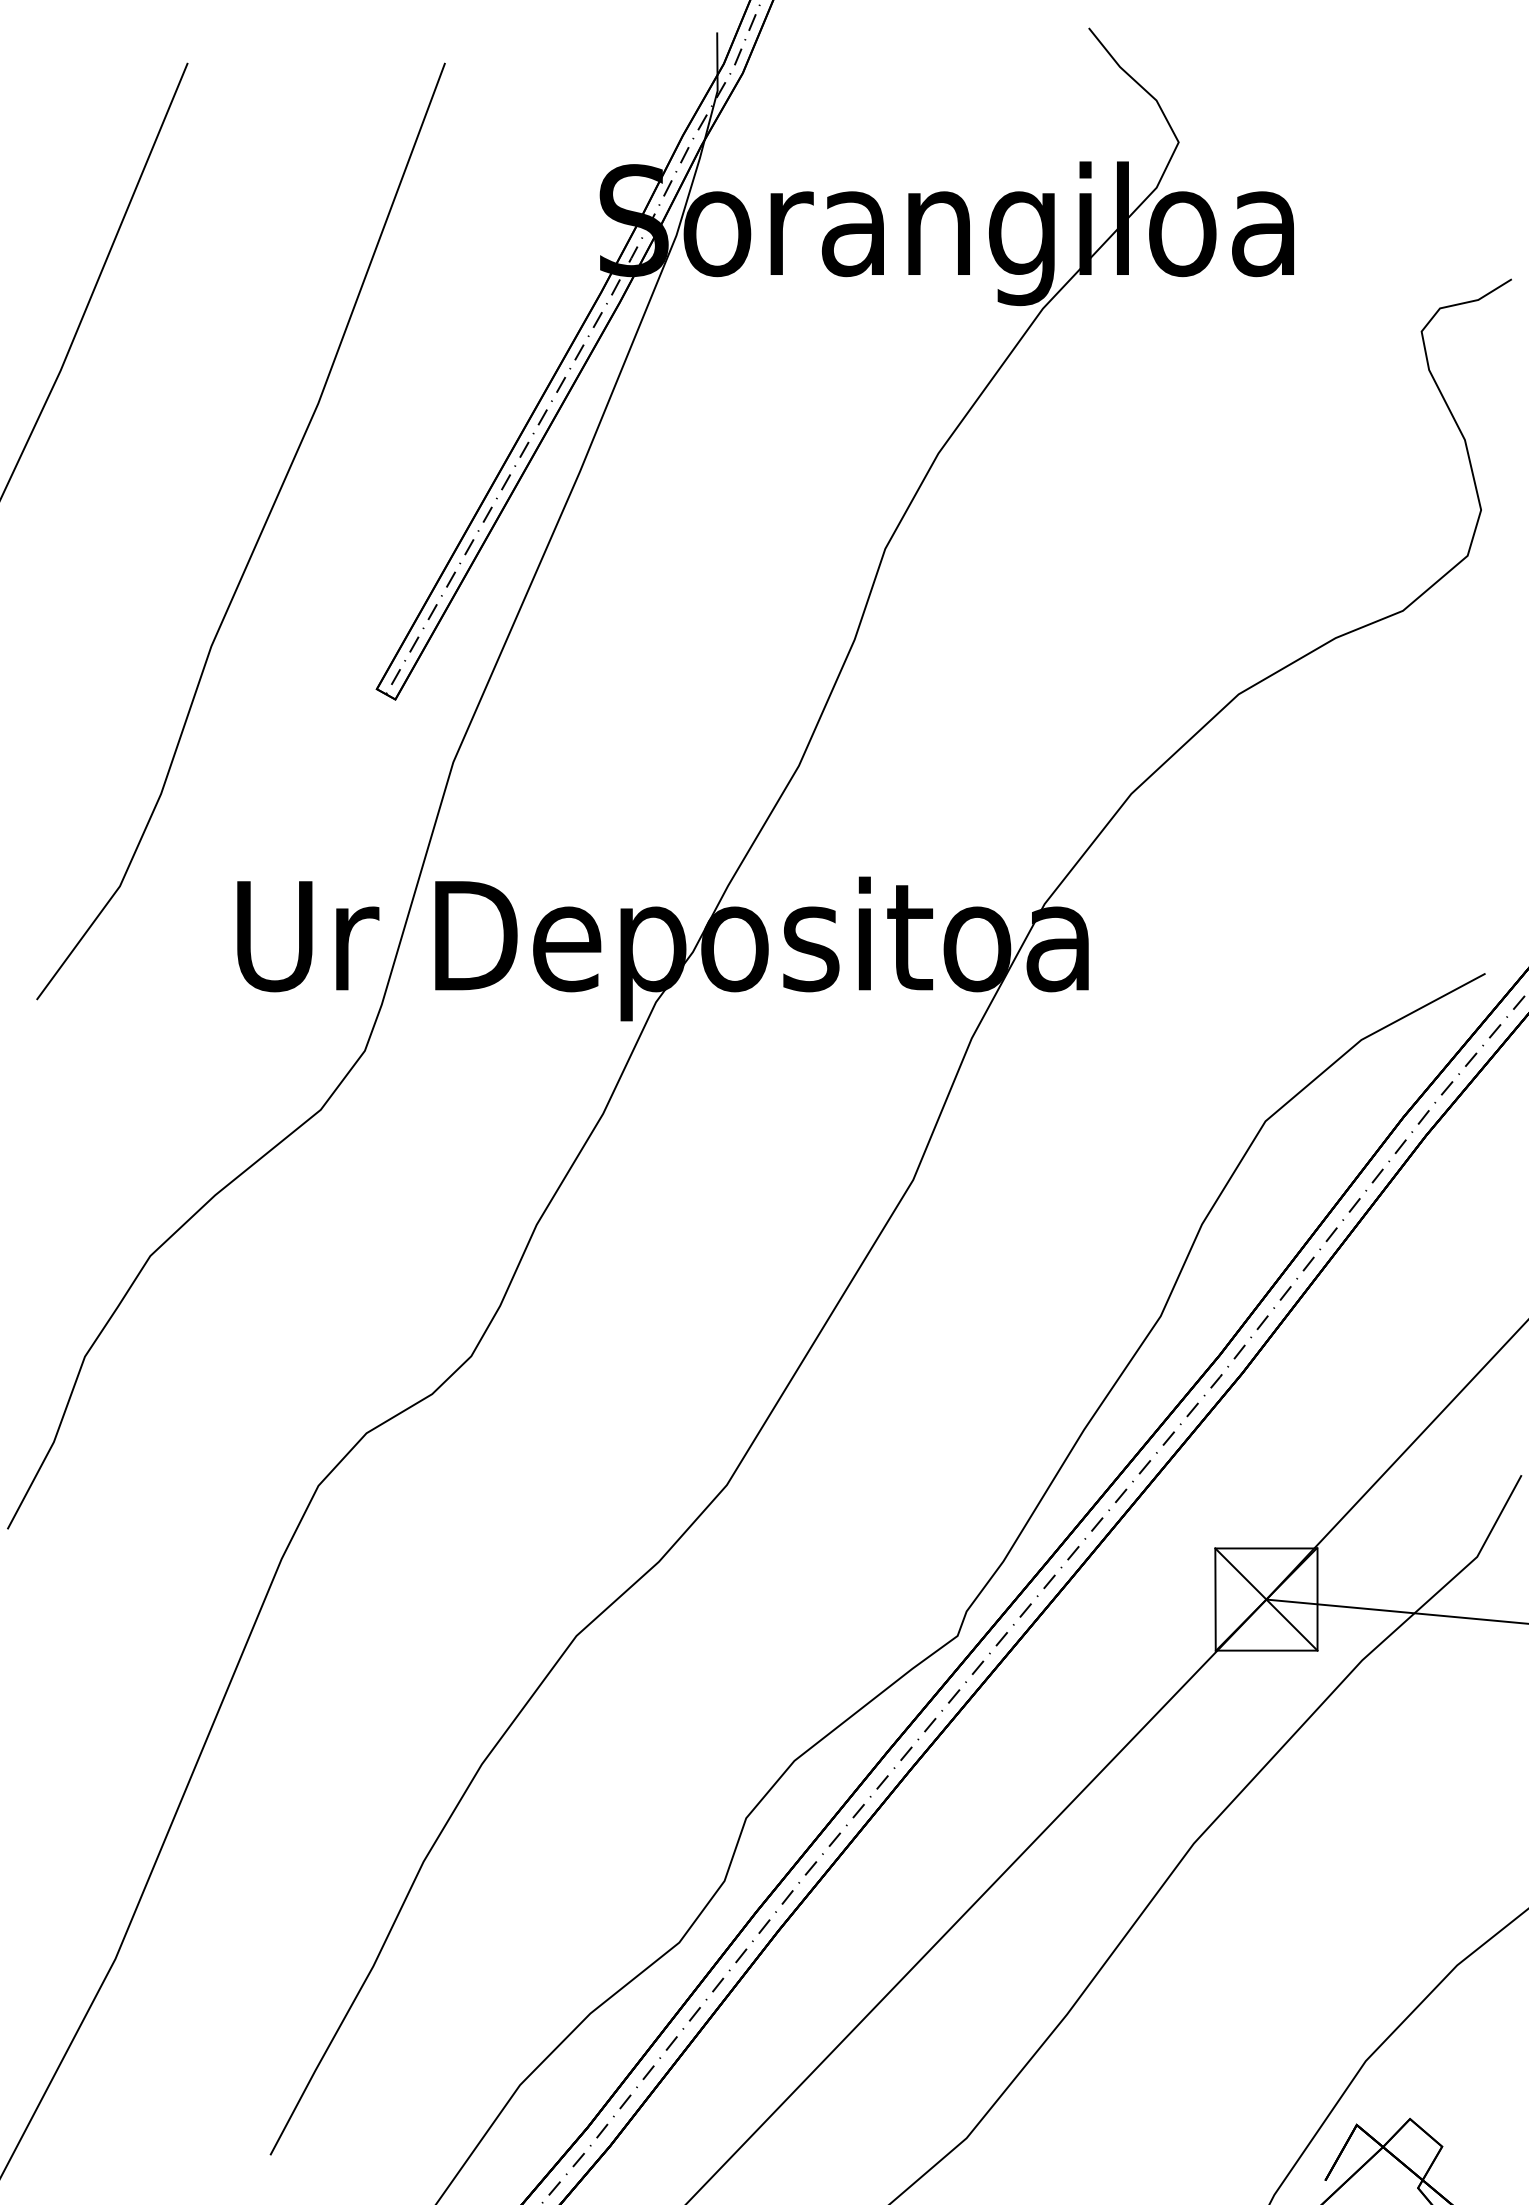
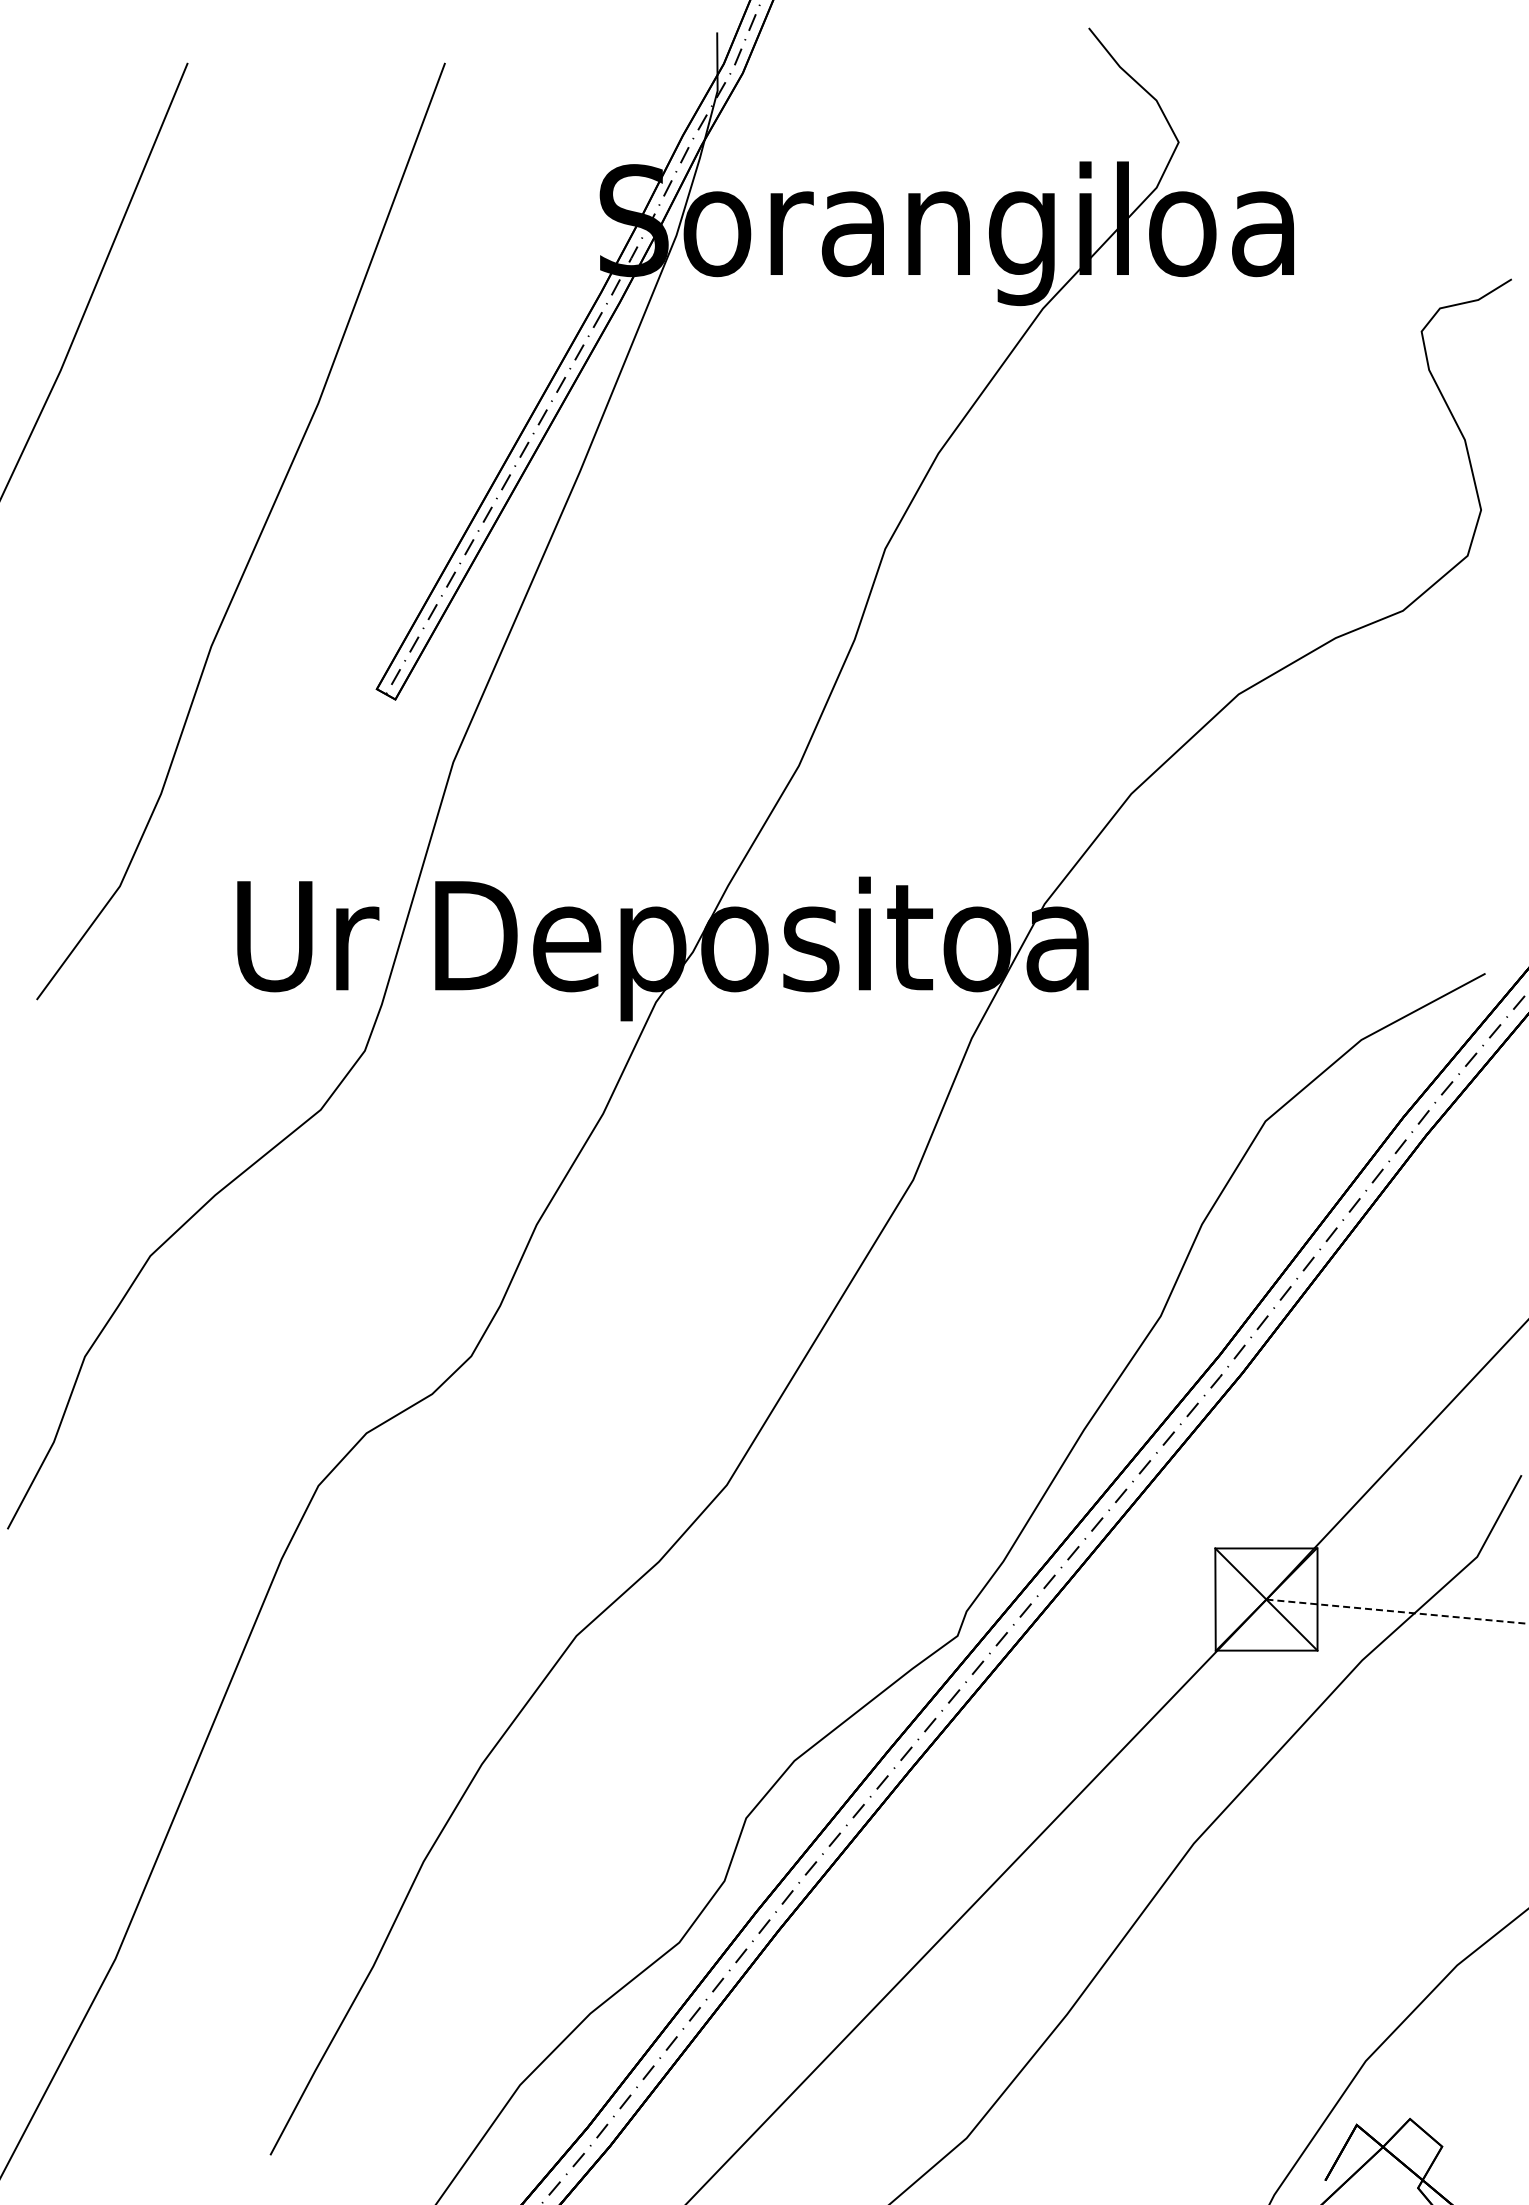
line at (1397, 1611): solid -> dashed
